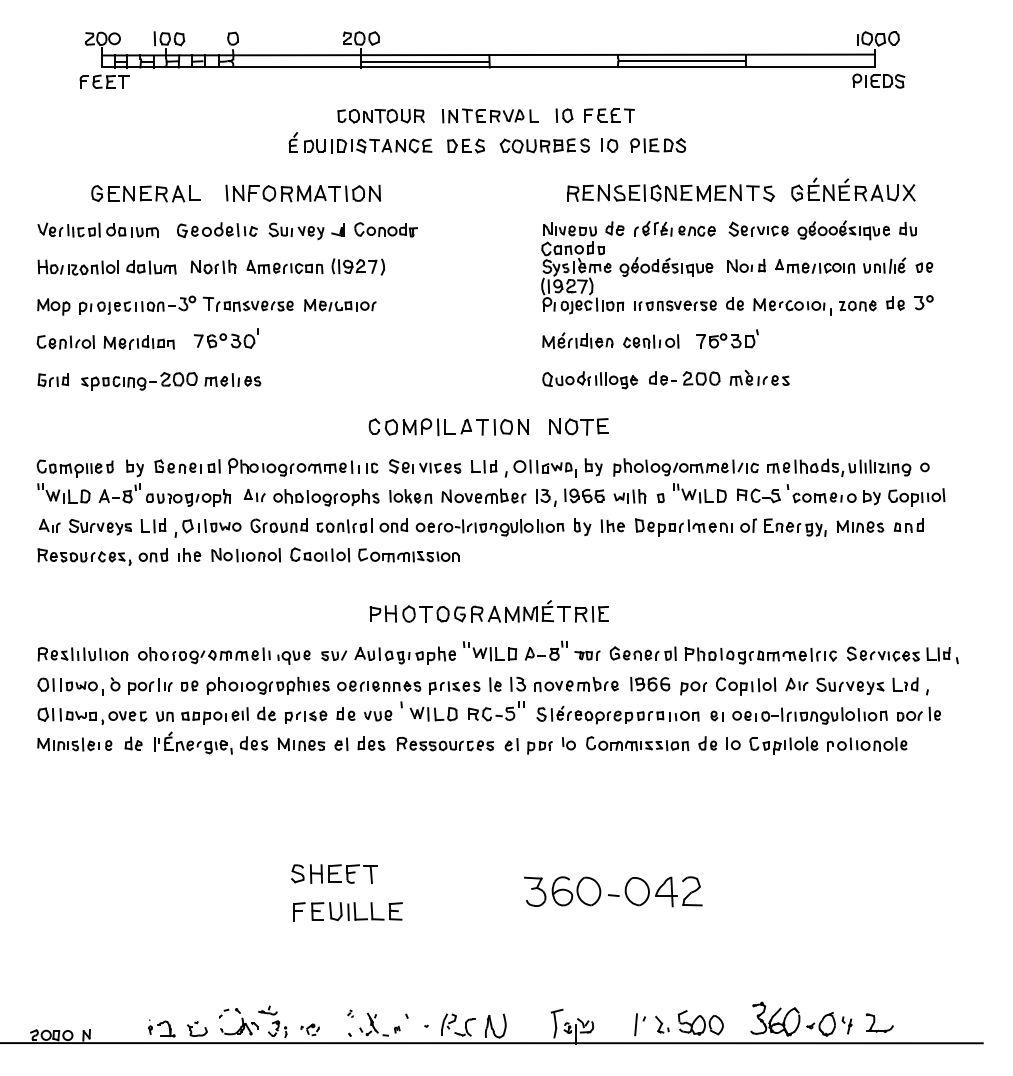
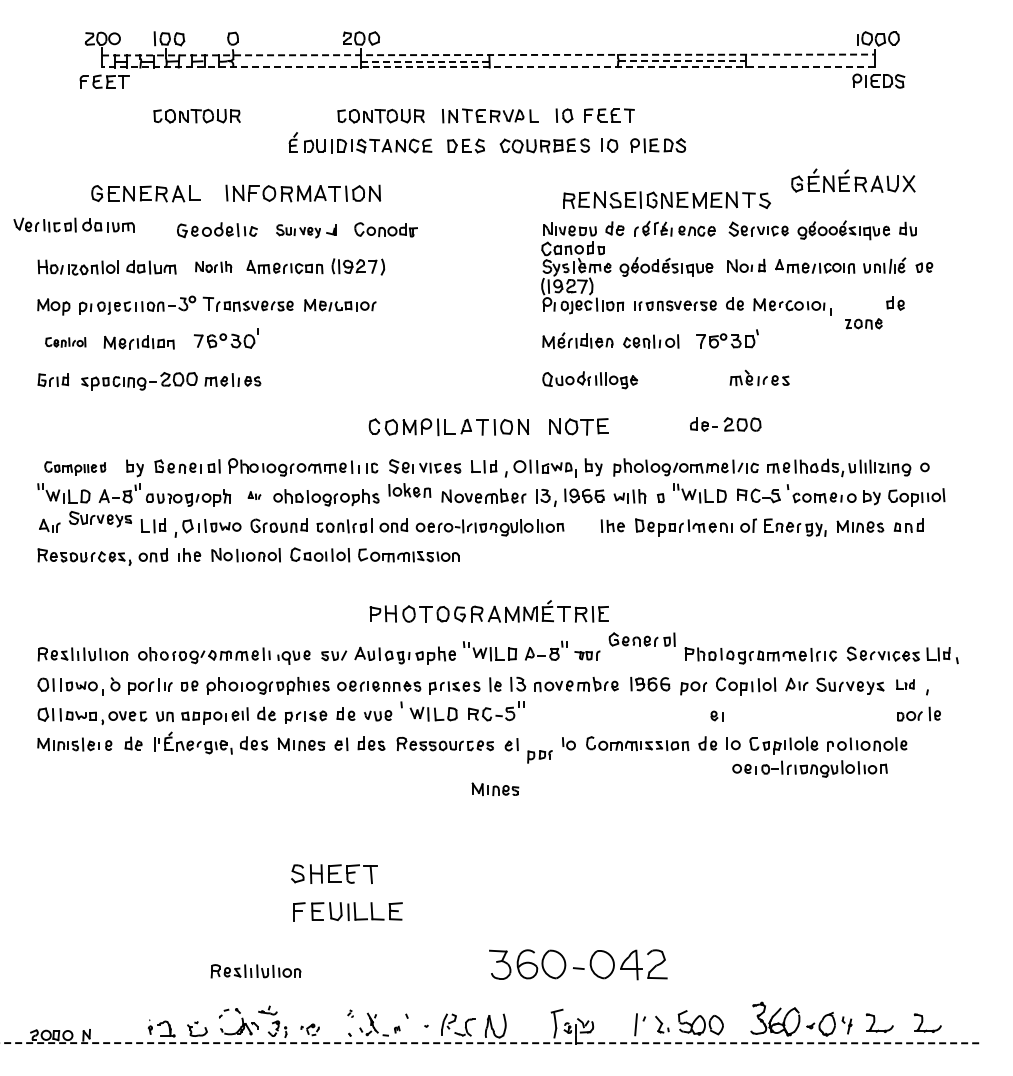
line at (488, 55): solid -> dashed
line at (425, 61): solid -> dashed
line at (682, 61): solid -> dashed
line at (487, 67): solid -> dashed
part at (196, 115): none -> present
part at (853, 189) position: (853, 189) -> (853, 180)
part at (670, 192) position: (670, 192) -> (666, 199)
part at (97, 229) position: (97, 229) -> (73, 224)
part at (306, 230) size: 77x18 px -> 61x15 px
part at (213, 266) size: 47x16 px -> 38x12 px
part at (923, 302): present -> none
part at (857, 305) position: (857, 305) -> (863, 323)
part at (65, 342) size: 59x15 px -> 42x11 px
part at (684, 378) position: (684, 378) -> (725, 424)
part at (74, 468) size: 78x19 px -> 63x15 px
part at (254, 495) size: 23x14 px -> 15x9 px
part at (410, 496) position: (410, 496) -> (409, 490)
part at (582, 526): present -> none
part at (100, 527) position: (100, 527) -> (100, 519)
part at (642, 653) position: (642, 653) -> (641, 639)
part at (905, 684) size: 27x15 px -> 19x11 px
part at (617, 714): present -> none
part at (809, 715) position: (809, 715) -> (809, 768)
part at (539, 747) position: (539, 747) -> (539, 756)
part at (495, 788): none -> present
part at (613, 891) position: (613, 891) -> (578, 964)
part at (255, 971): none -> present
part at (927, 1022): none -> present
line at (491, 1043): solid -> dashed
